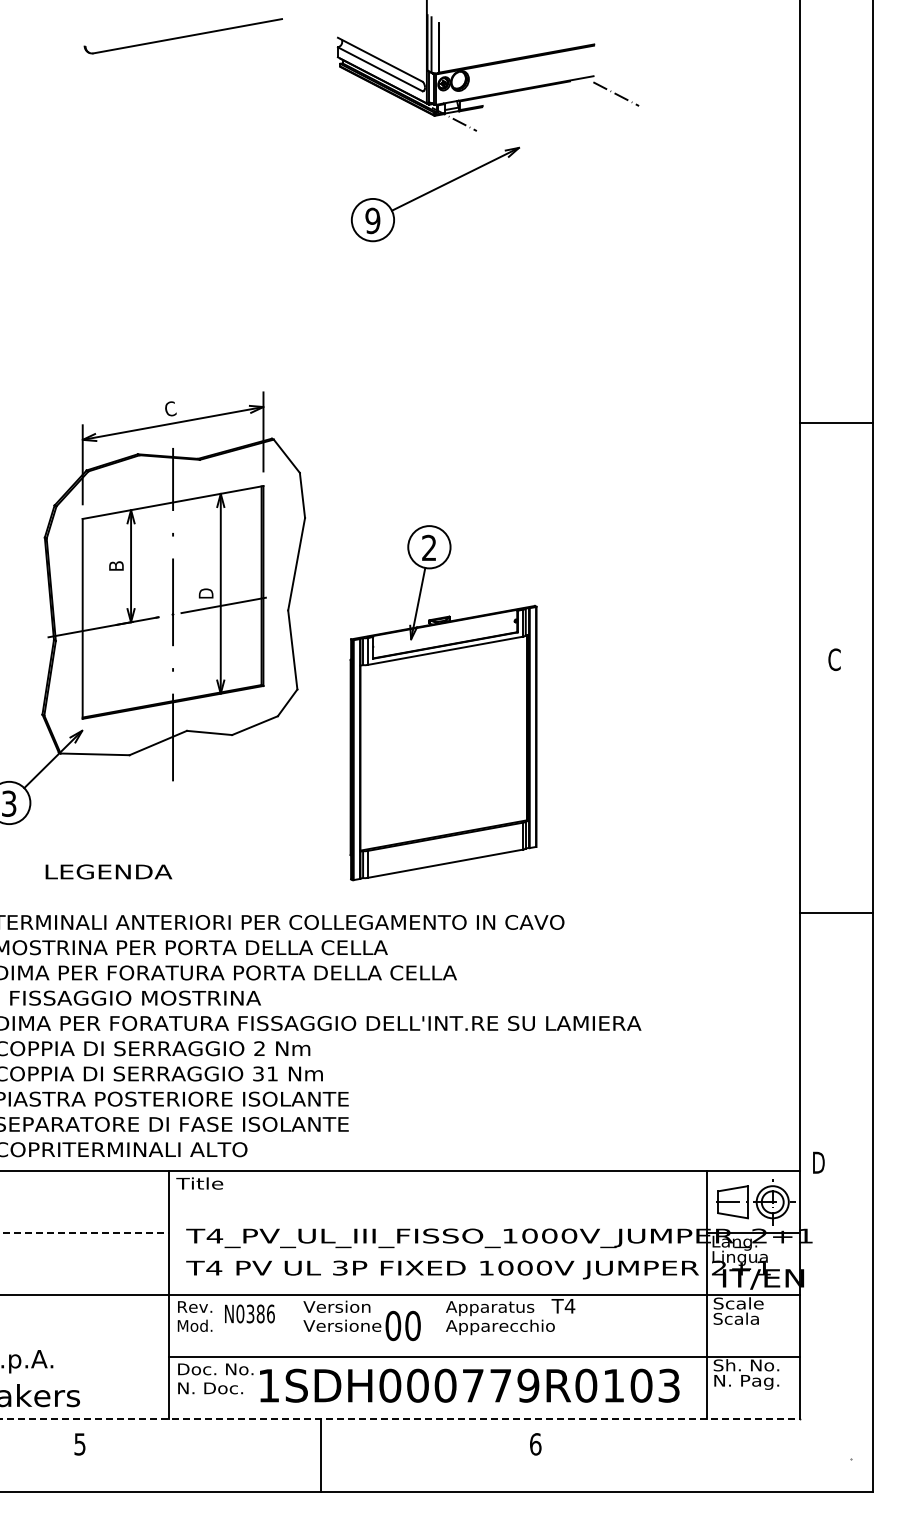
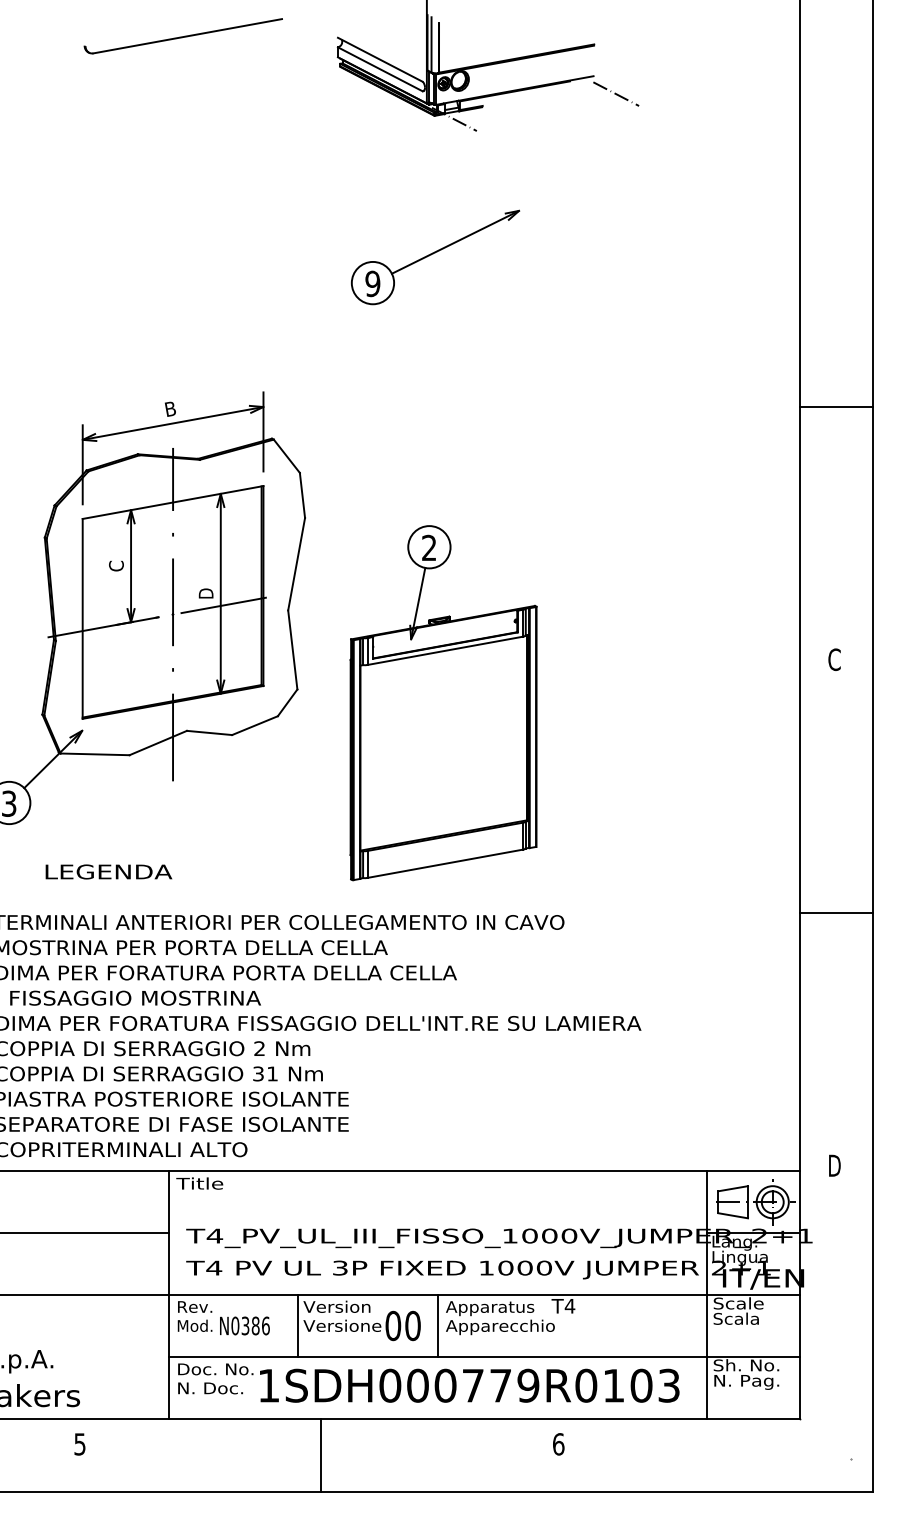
part at (435, 194) position: (435, 194) -> (435, 257)
text at (170, 408): C -> B
line at (836, 422) position: (836, 422) -> (836, 406)
text at (116, 565): B -> C
text at (818, 1162) position: (818, 1162) -> (834, 1165)
line at (85, 1233): dashed -> solid
text at (249, 1313) position: (249, 1313) -> (244, 1325)
line at (298, 1325): none -> present
line at (438, 1325): none -> present
line at (400, 1418): dashed -> solid
text at (535, 1444) position: (535, 1444) -> (558, 1444)
